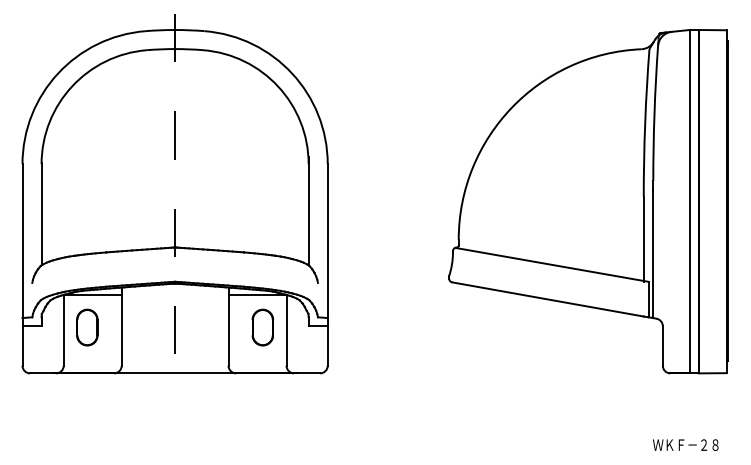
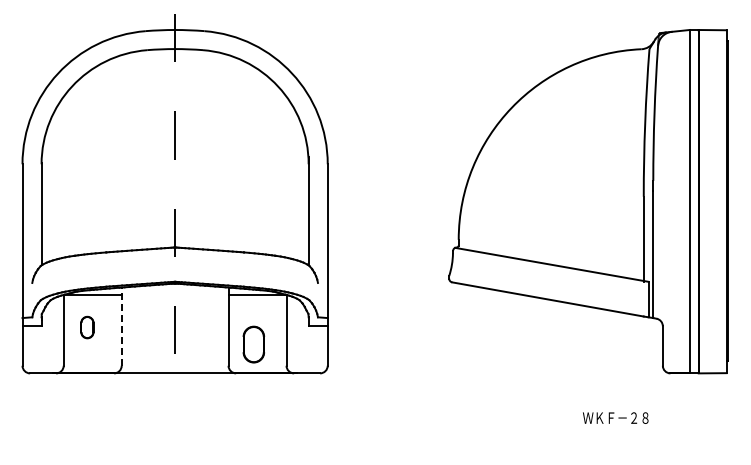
line at (121, 326): solid -> dashed
part at (87, 327) size: 23x39 px -> 15x25 px
part at (262, 327) position: (262, 327) -> (253, 344)
text at (685, 444) position: (685, 444) -> (615, 417)
